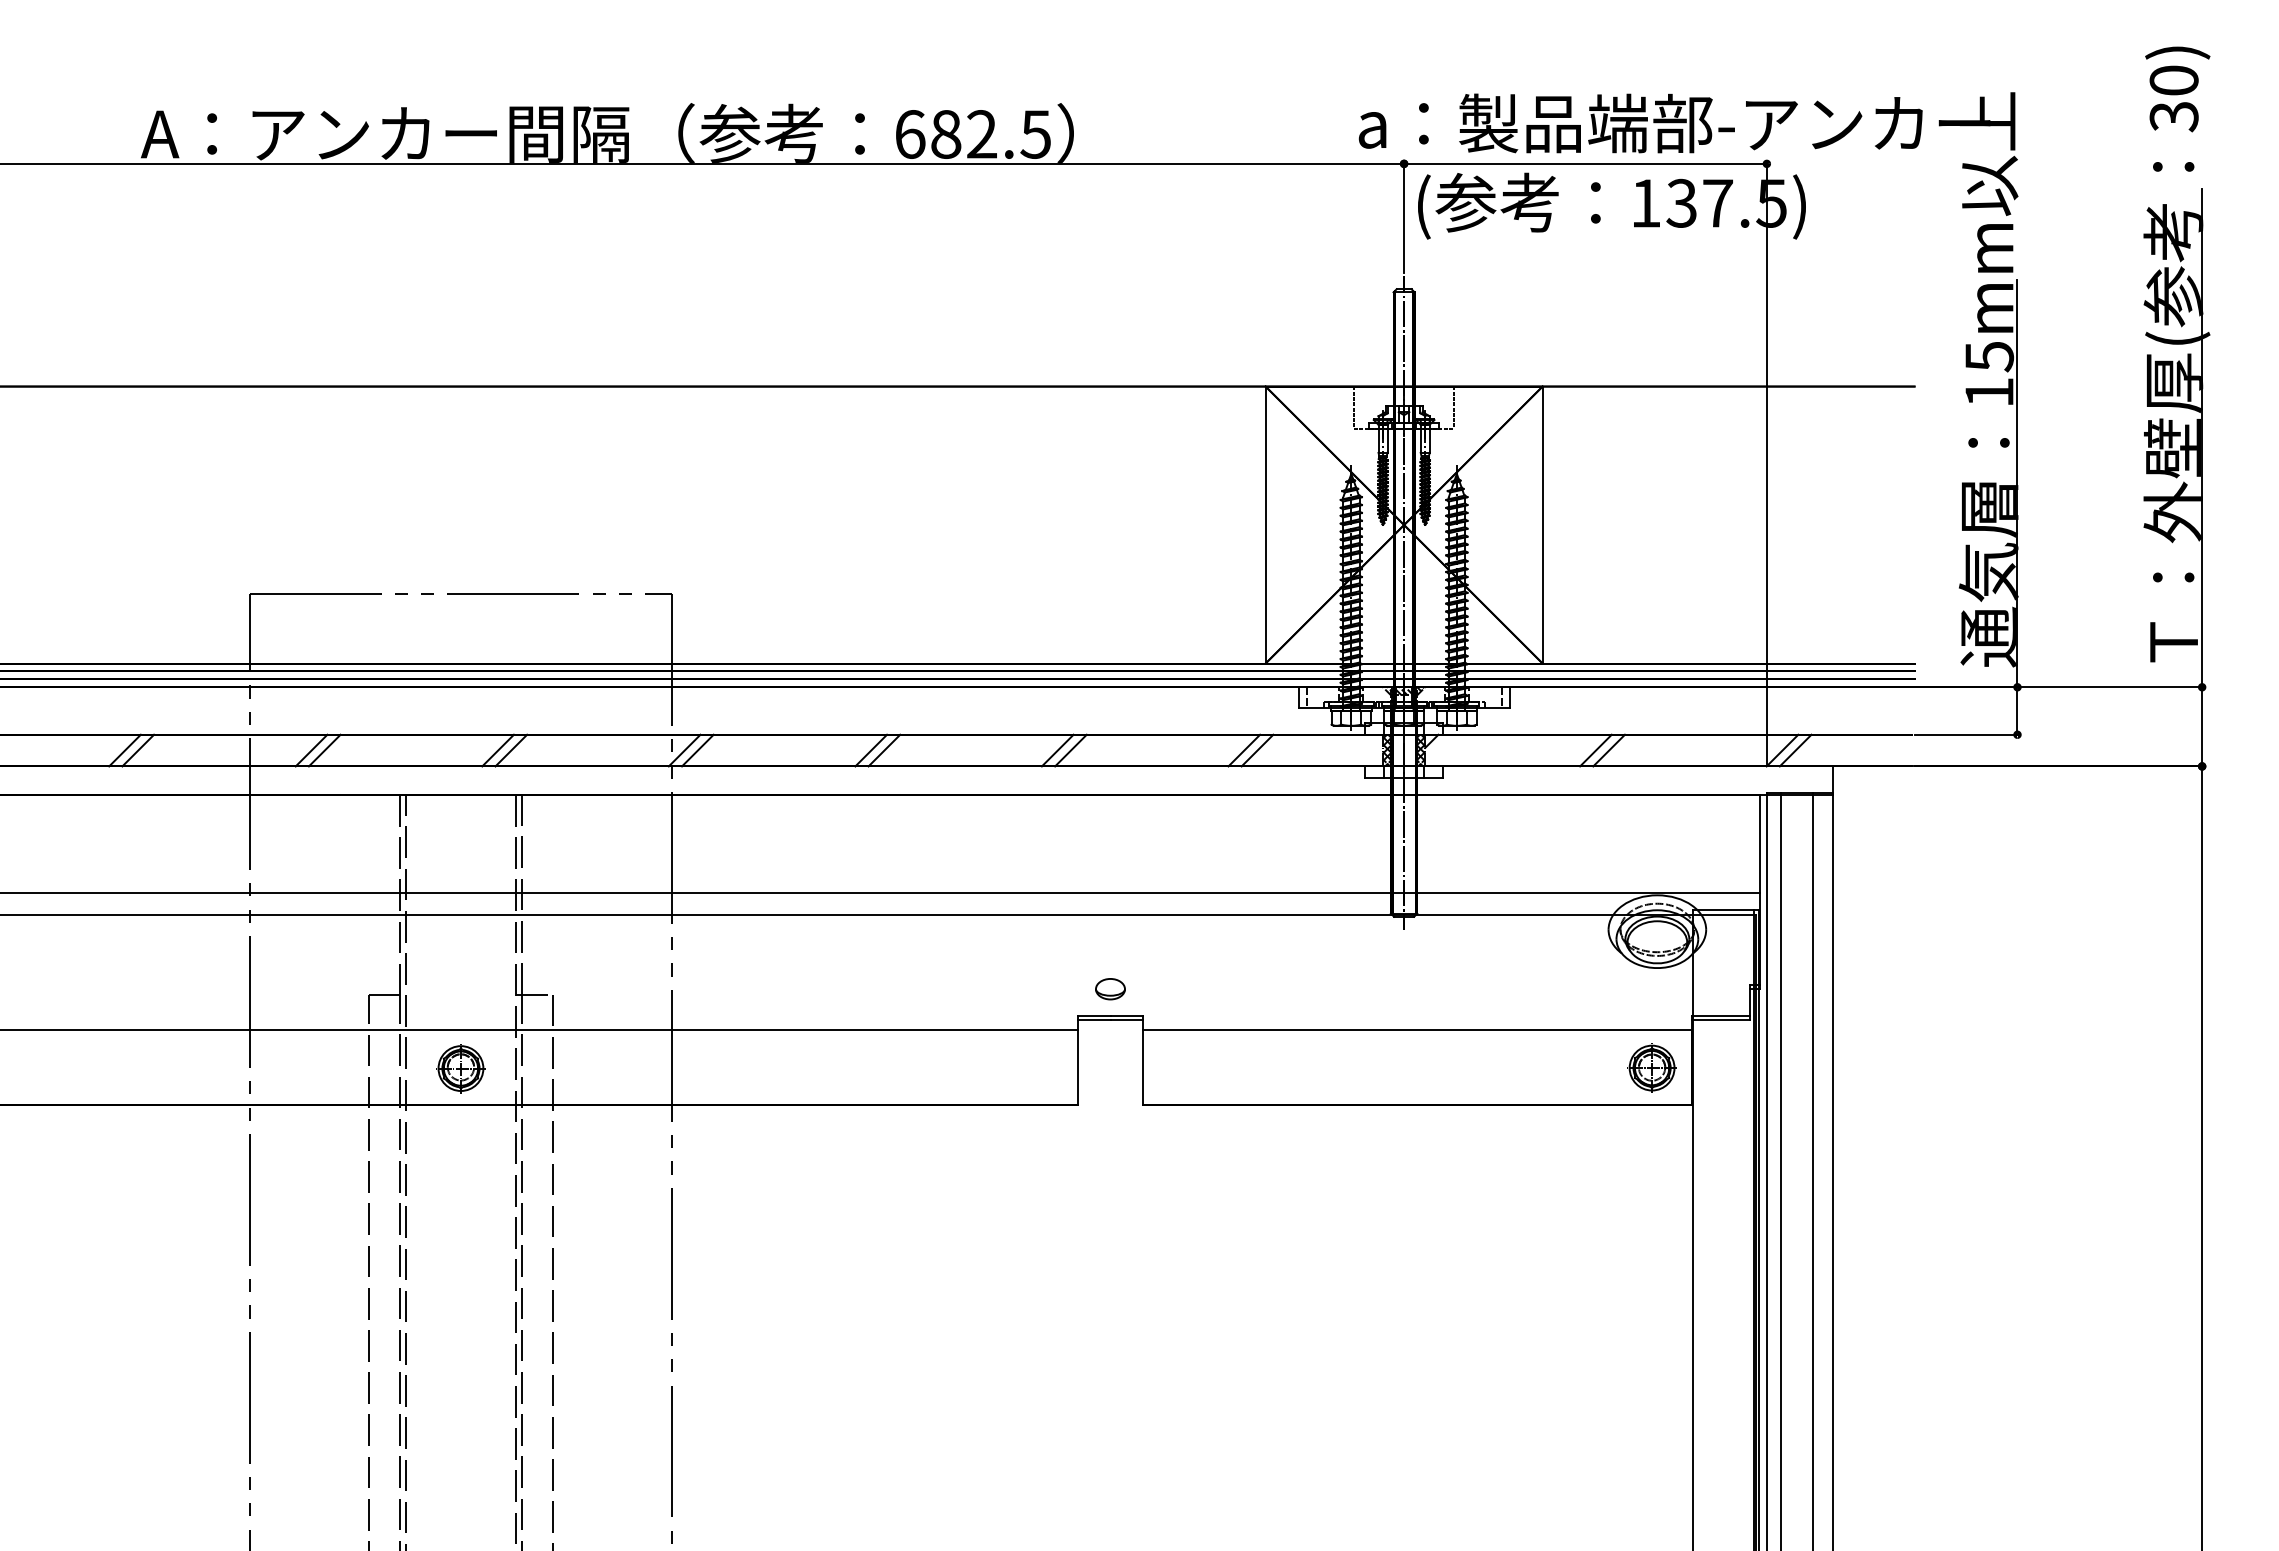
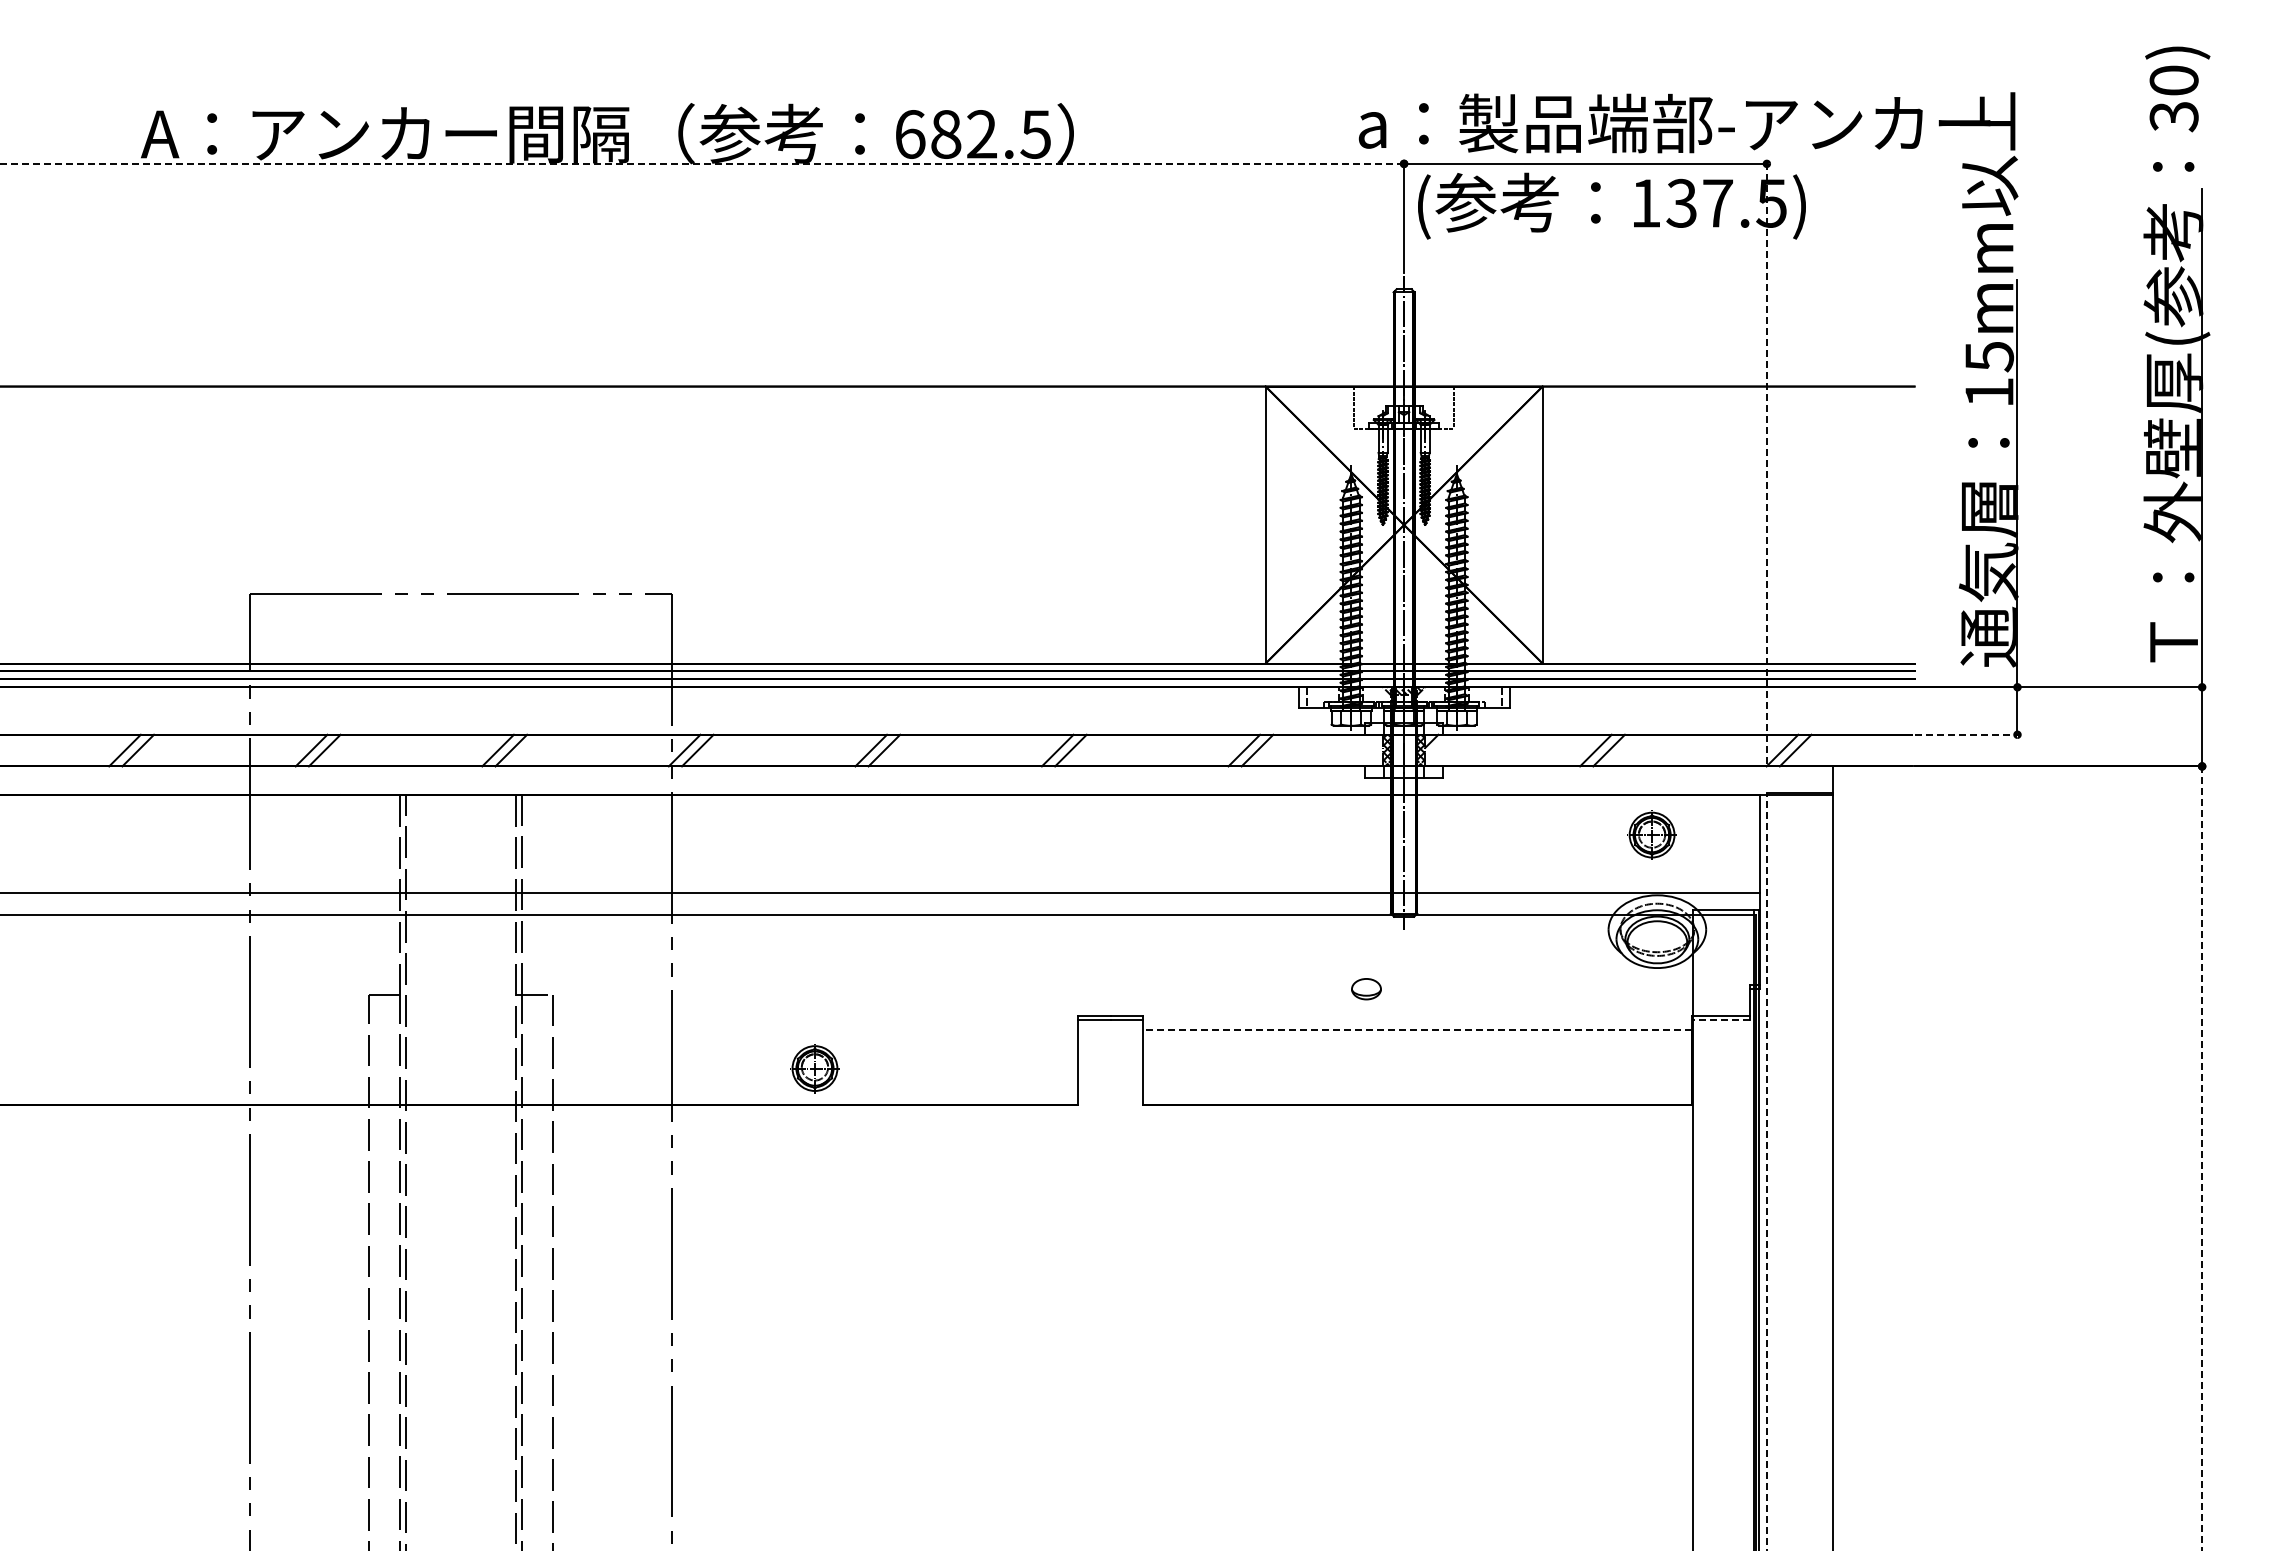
line at (702, 163): solid -> dashed
line at (1766, 462): solid -> dashed
line at (1967, 734): solid -> dashed
part at (1110, 989) position: (1110, 989) -> (1366, 989)
line at (1720, 1020): solid -> dashed
line at (539, 1030): present -> none
line at (1417, 1030): solid -> dashed
part at (1651, 1067) position: (1651, 1067) -> (1651, 834)
part at (460, 1068) position: (460, 1068) -> (814, 1068)
line at (2202, 1158): solid -> dashed
line at (1781, 1169): present -> none
line at (1813, 1169): present -> none
line at (1766, 1171): solid -> dashed
